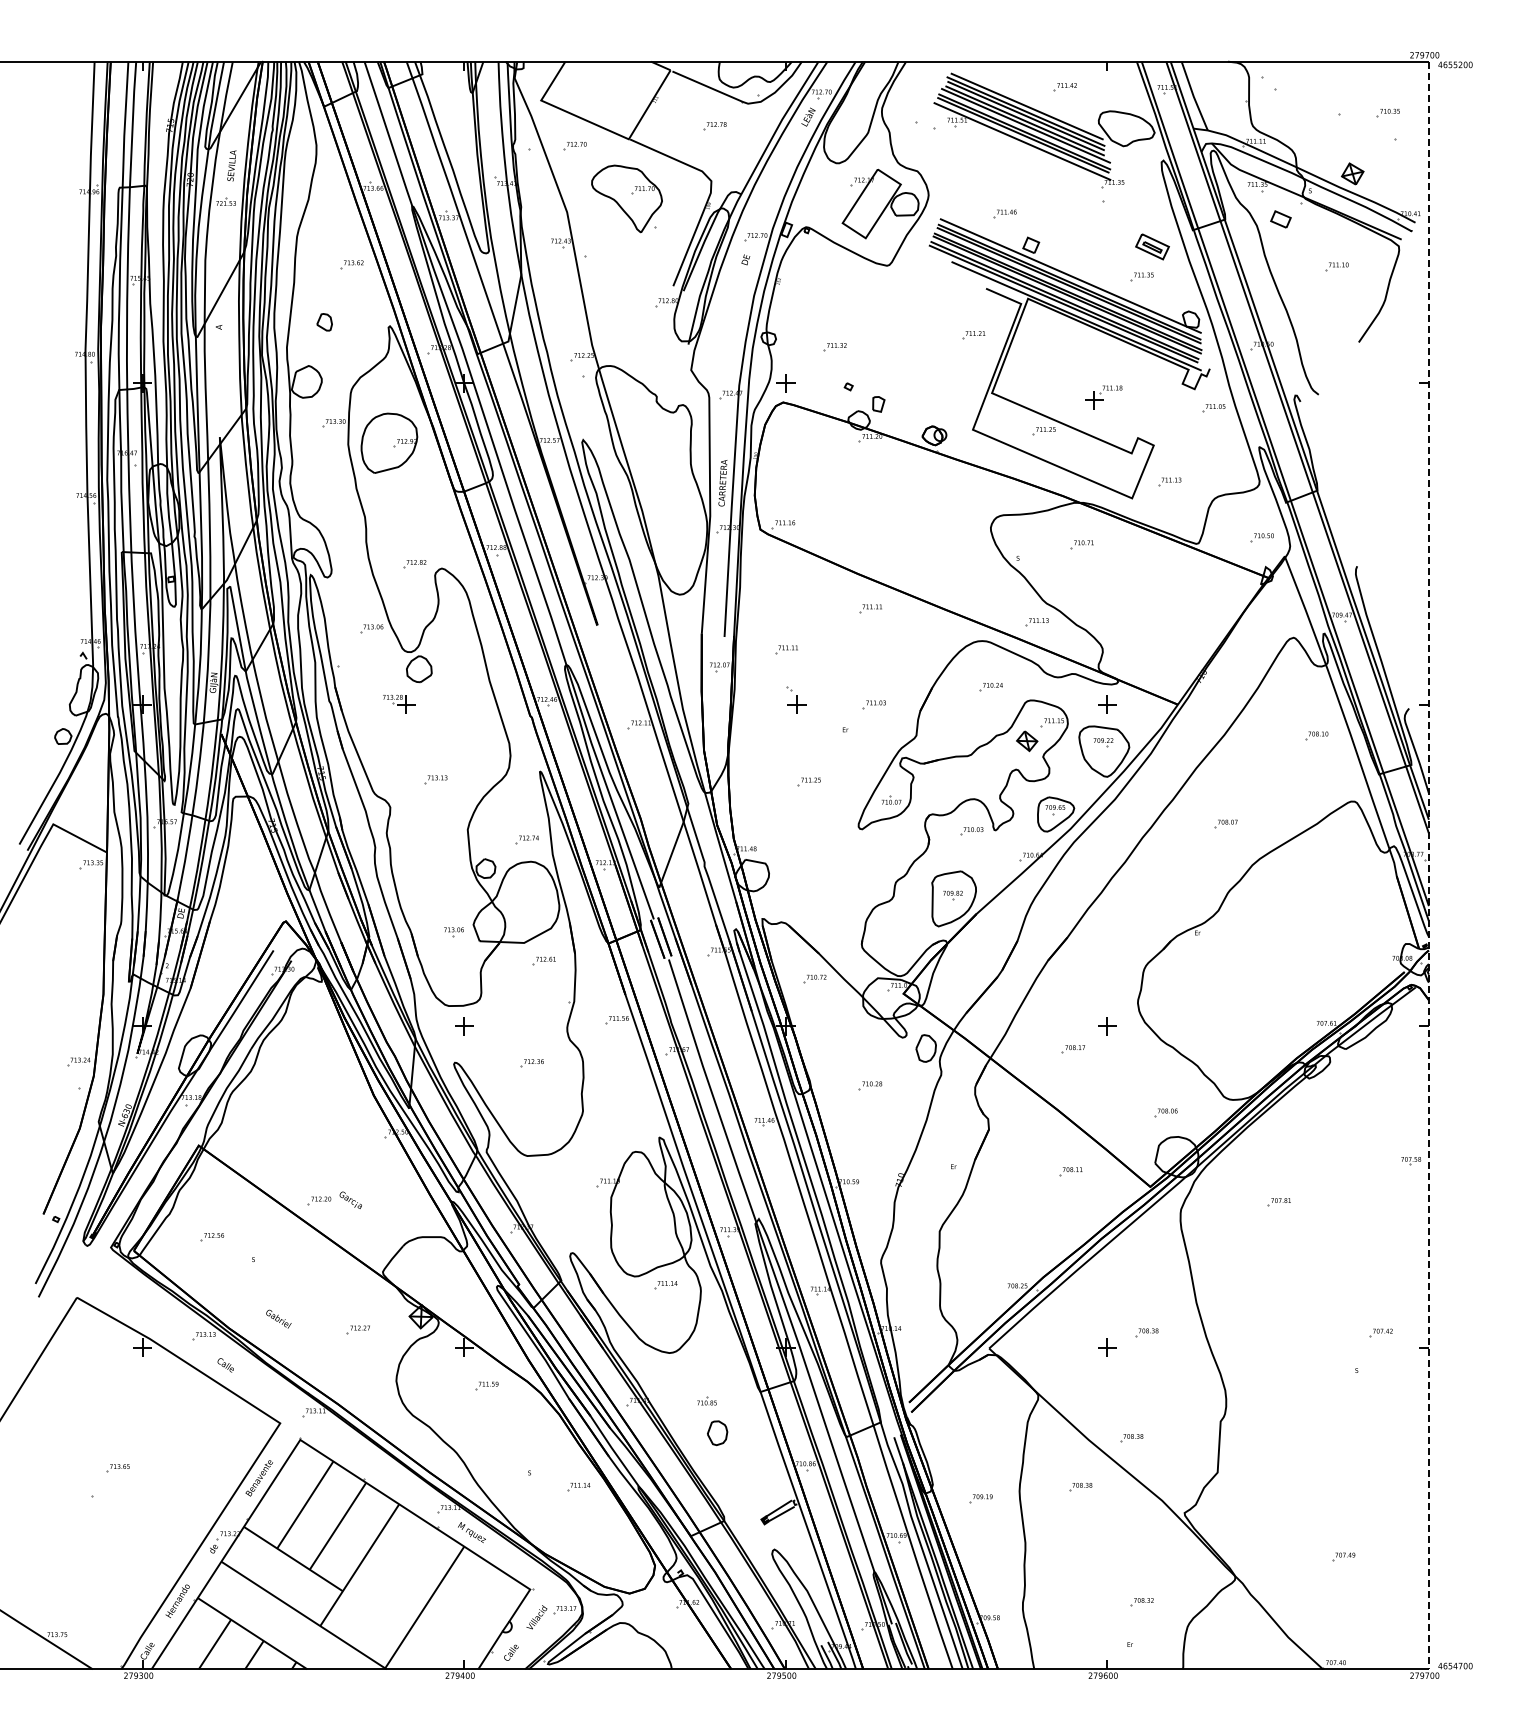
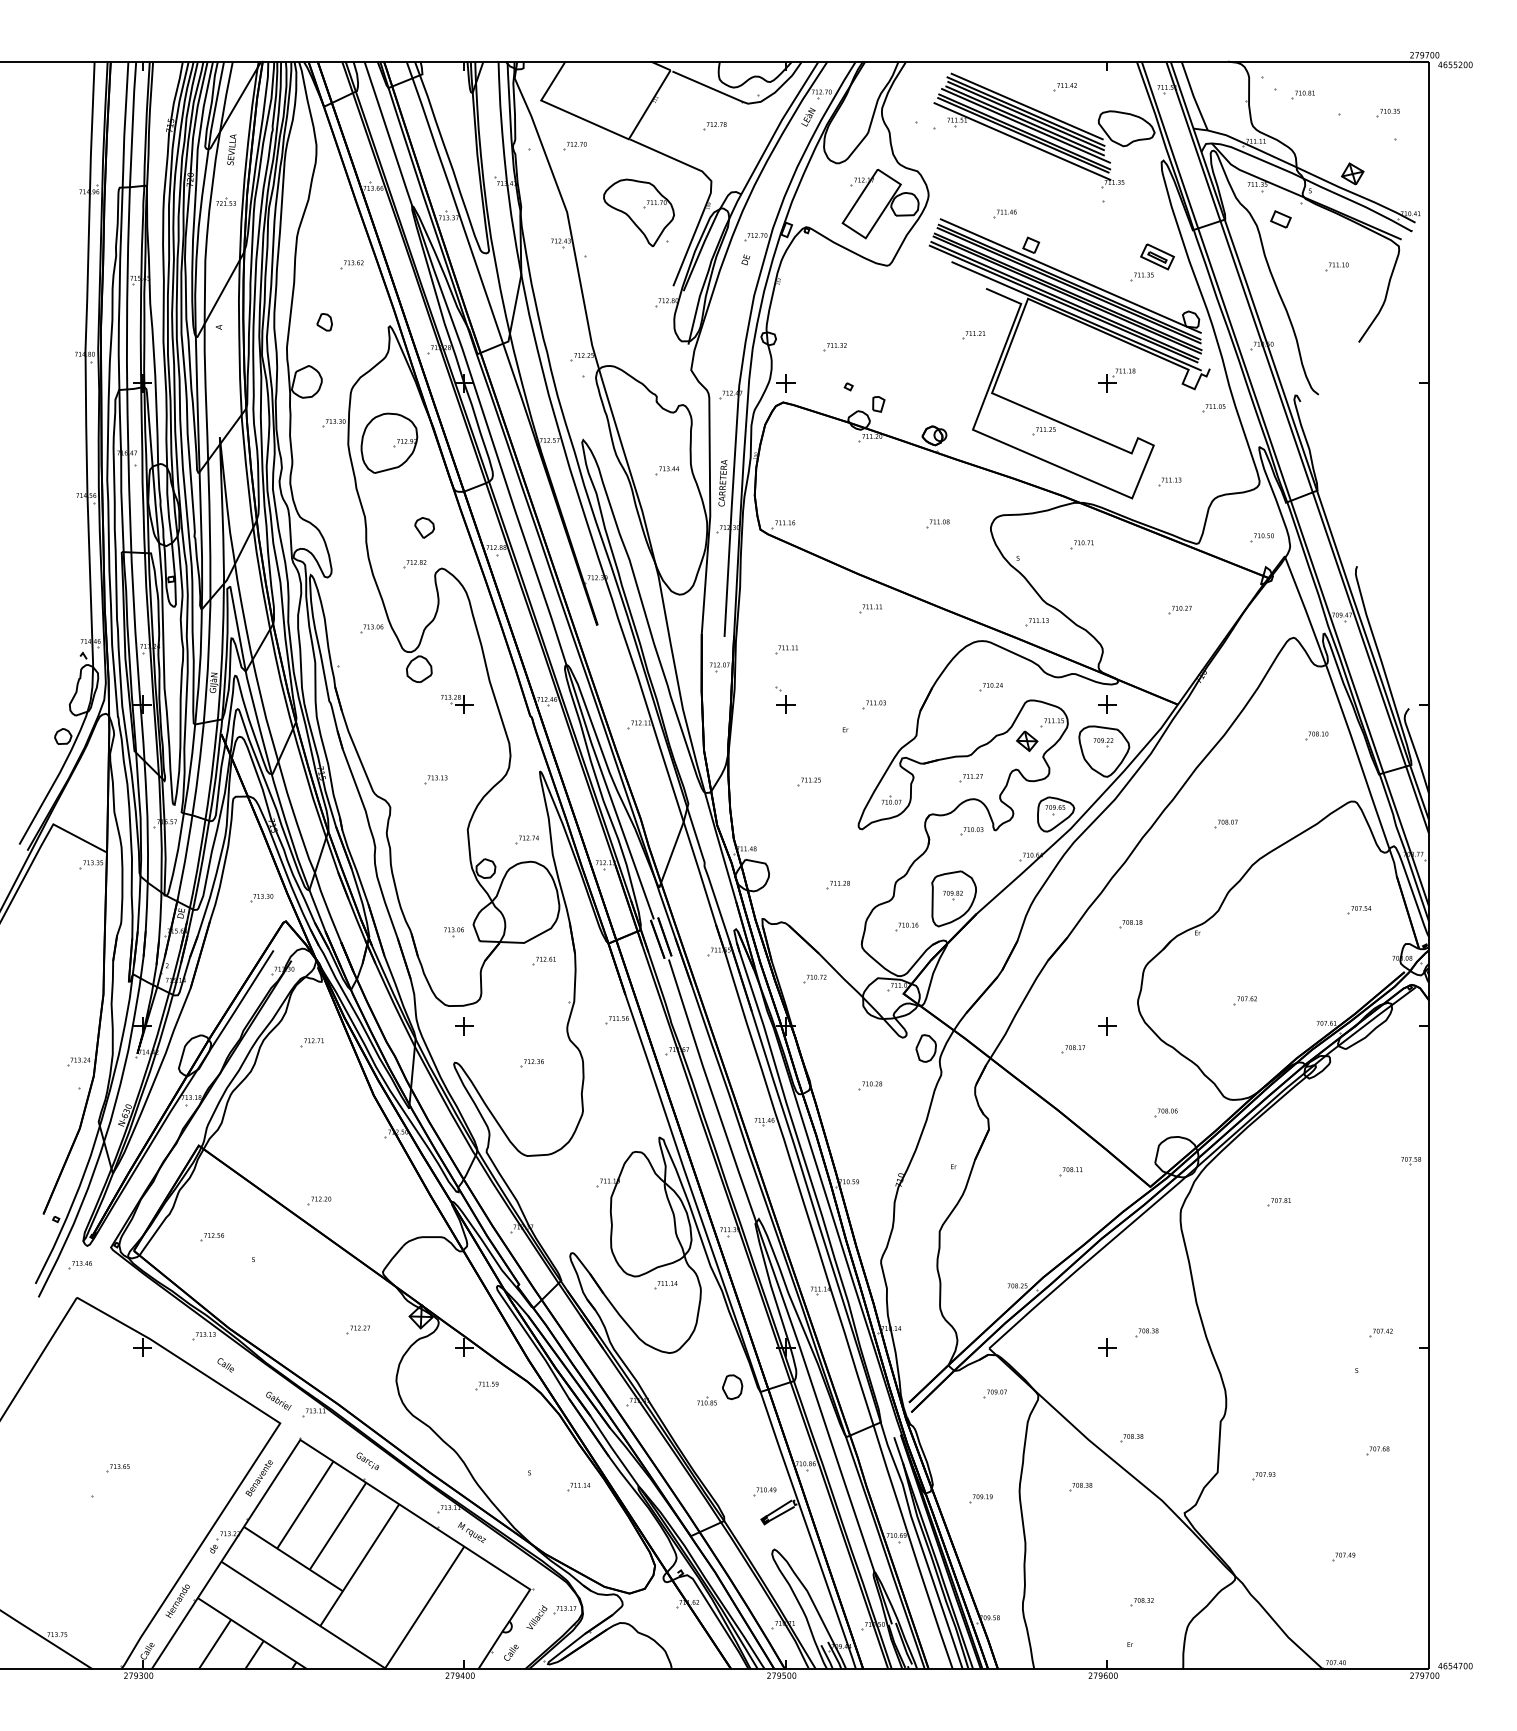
part at (1302, 94): none -> present
text at (231, 165) position: (231, 165) -> (231, 149)
part at (626, 198) position: (626, 198) -> (638, 212)
part at (1152, 246) position: (1152, 246) -> (1157, 256)
part at (1103, 397) position: (1103, 397) -> (1116, 380)
part at (666, 470): none -> present
part at (937, 523): none -> present
part at (424, 527): none -> present
part at (1179, 609): none -> present
part at (796, 699) position: (796, 699) -> (785, 699)
part at (399, 703) position: (399, 703) -> (457, 703)
part at (970, 778): none -> present
line at (1428, 865): dashed -> solid
part at (837, 884): none -> present
part at (261, 898): none -> present
part at (1359, 910): none -> present
part at (1130, 924): none -> present
part at (906, 926): none -> present
part at (1244, 1000): none -> present
part at (311, 1042): none -> present
text at (350, 1199) position: (350, 1199) -> (367, 1460)
part at (79, 1265): none -> present
text at (278, 1318) position: (278, 1318) -> (278, 1400)
part at (994, 1393): none -> present
part at (717, 1433) position: (717, 1433) -> (732, 1387)
part at (1377, 1450): none -> present
part at (1263, 1476): none -> present
part at (764, 1491): none -> present
